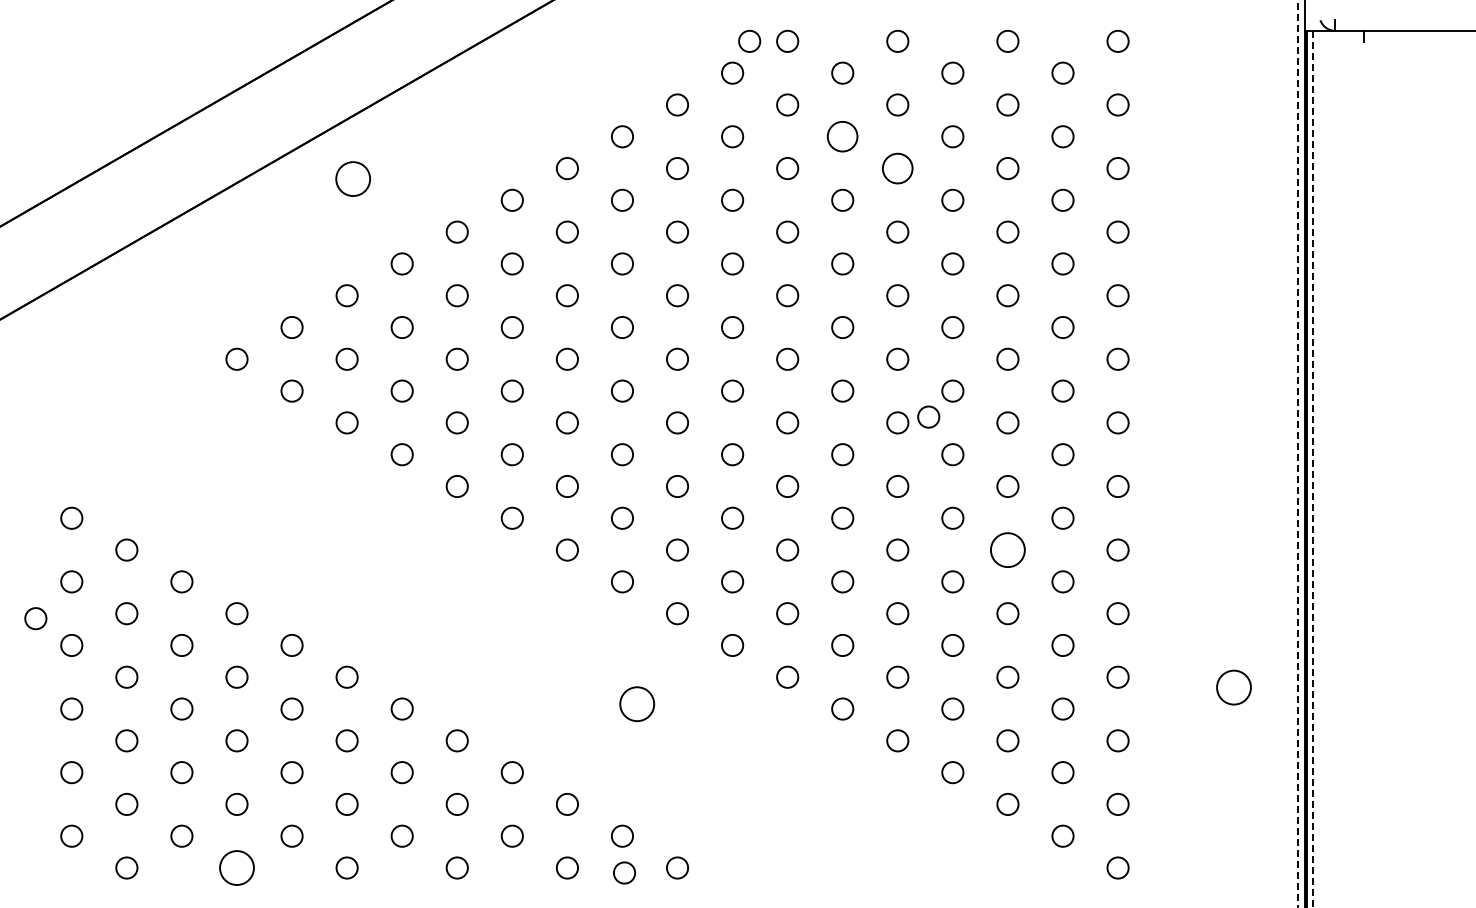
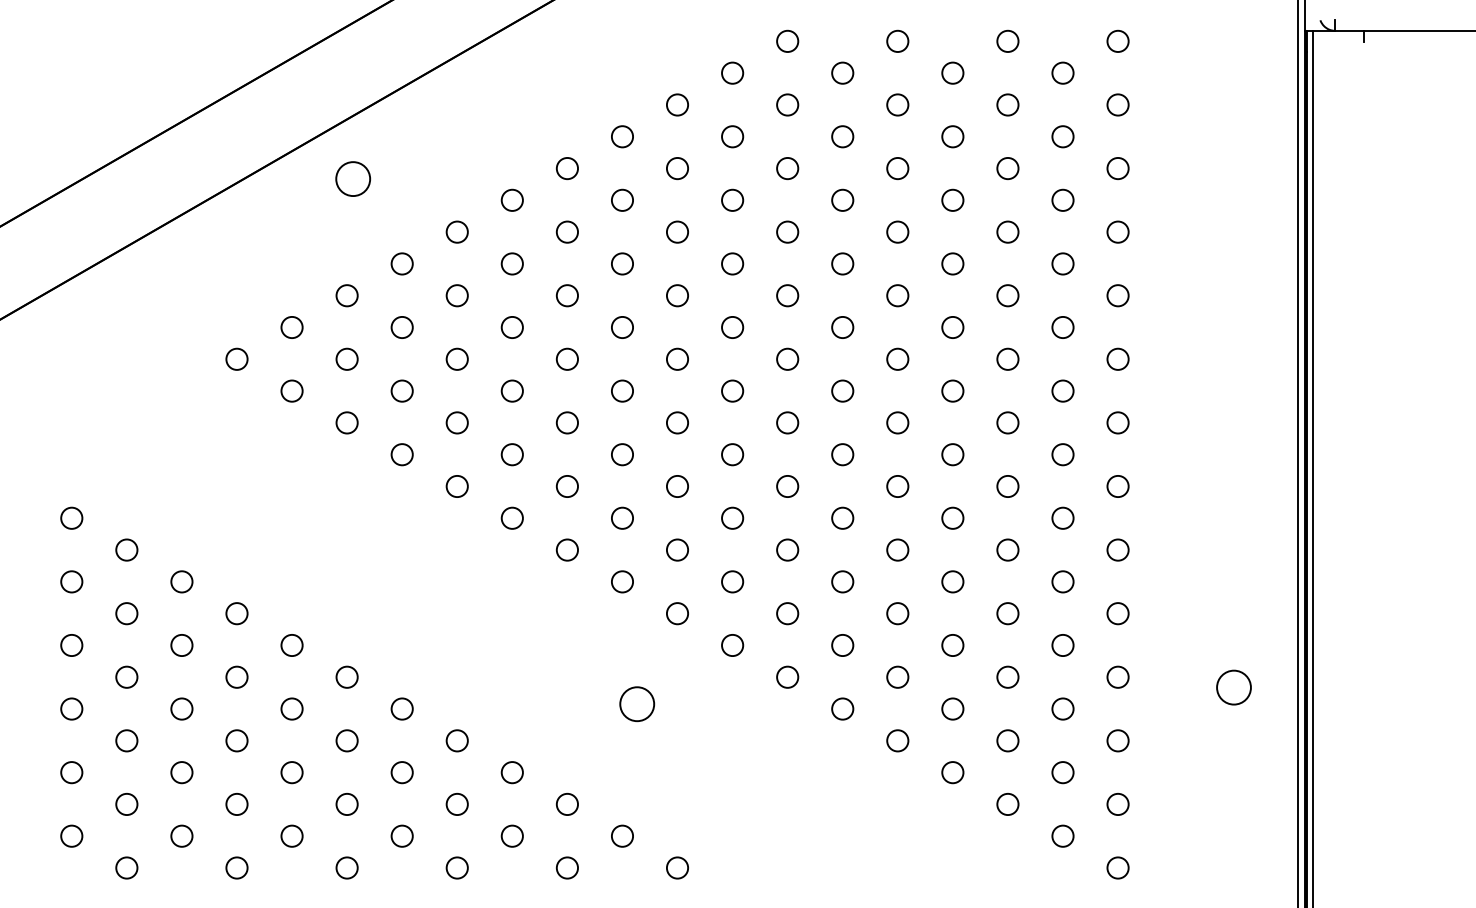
circle at (749, 40): present -> none
circle at (842, 136) size: 33x32 px -> 24x24 px
circle at (897, 168) size: 32x33 px -> 24x23 px
circle at (928, 416): present -> none
line at (1298, 453): dashed -> solid
line at (1313, 469): dashed -> solid
circle at (1007, 549) size: 36x36 px -> 24x24 px
circle at (35, 618): present -> none
circle at (236, 867) size: 36x36 px -> 24x24 px
circle at (624, 872): present -> none
